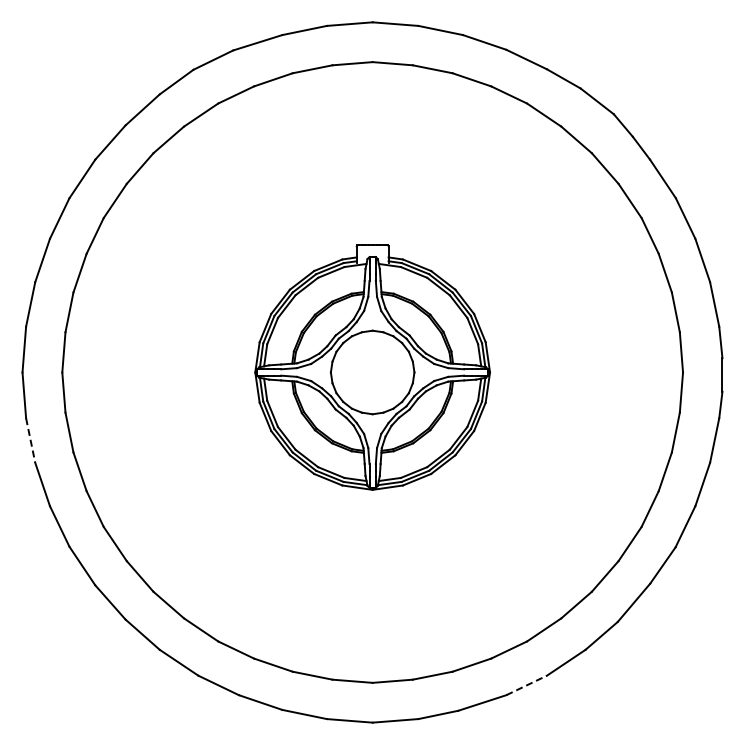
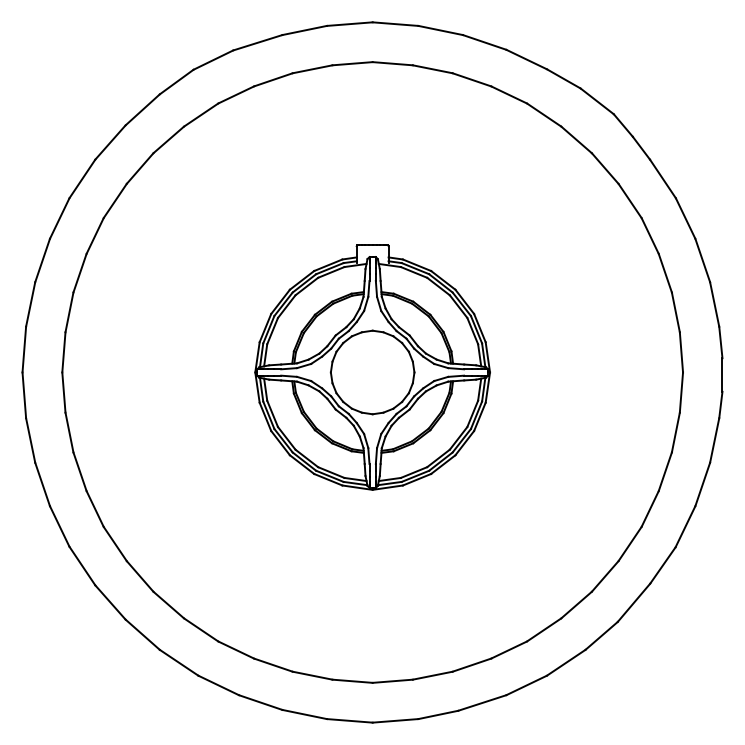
line at (30, 440): dashed -> solid
line at (526, 685): dashed -> solid
